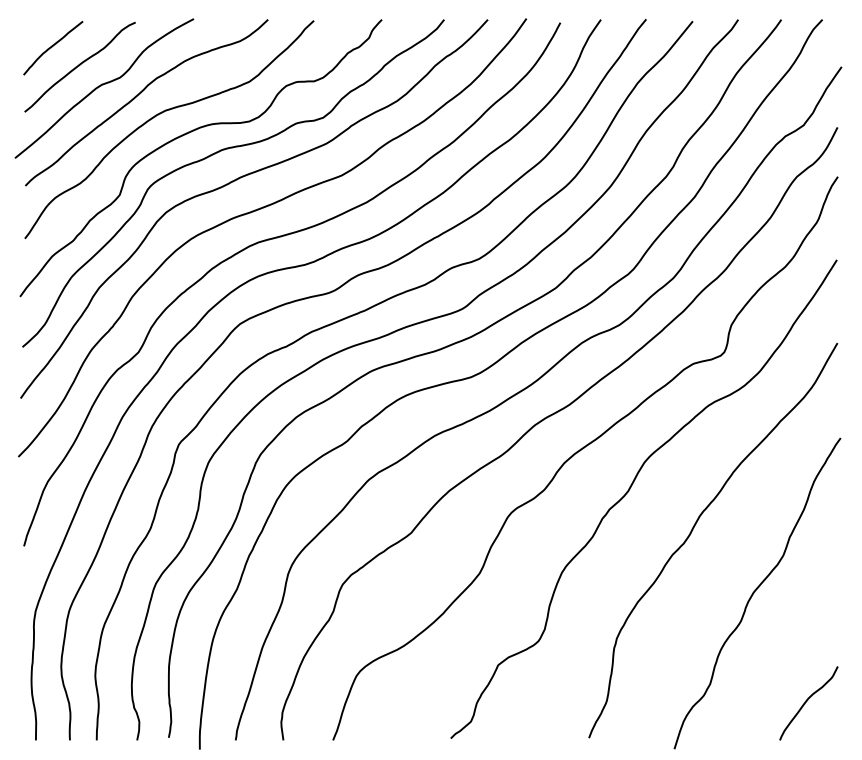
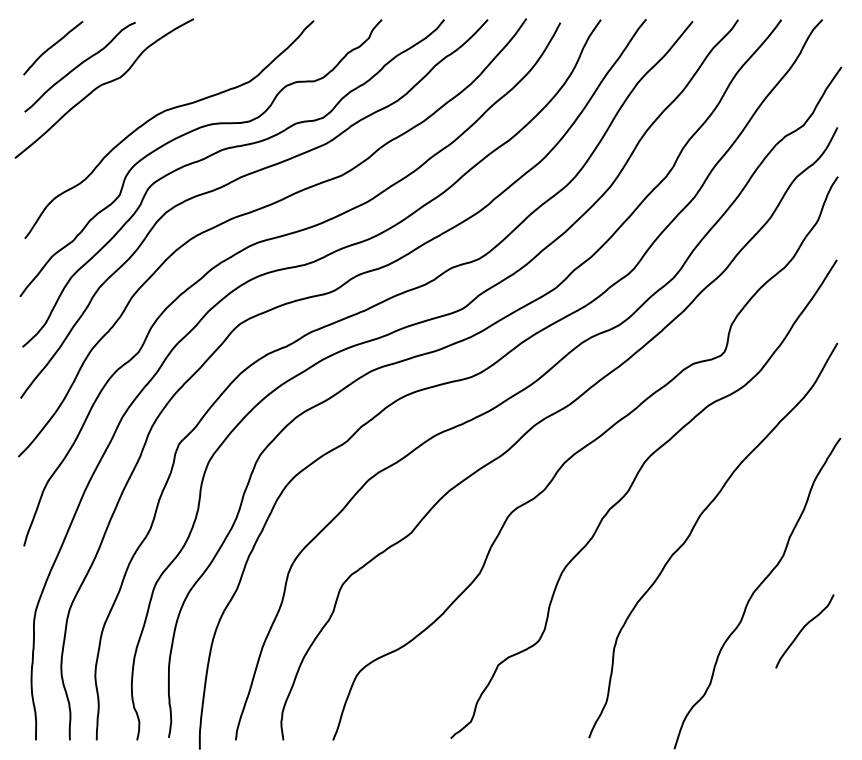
curve at (140, 94): present -> none
curve at (807, 701) position: (807, 701) -> (803, 629)
